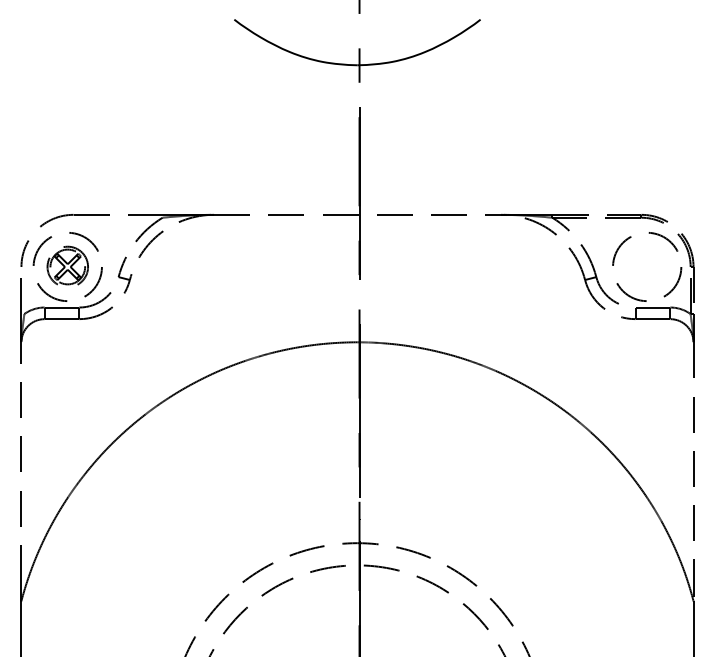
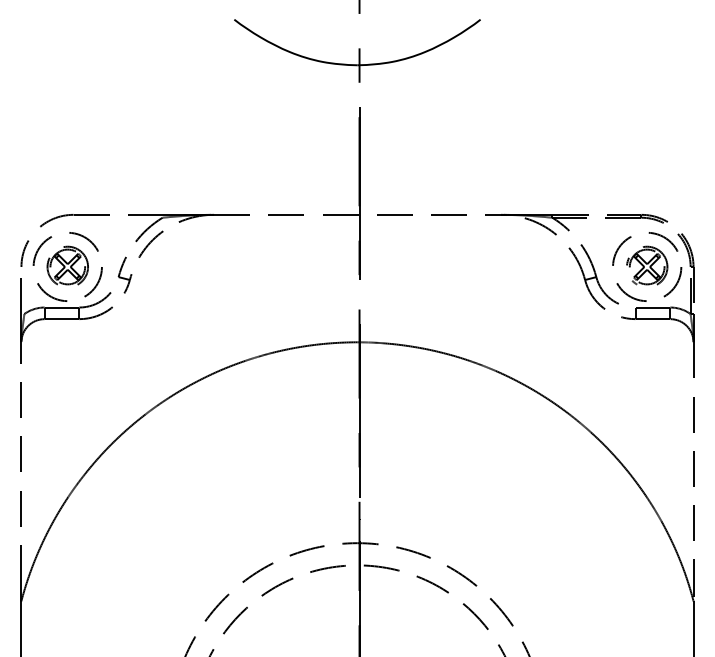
part at (647, 265): none -> present
